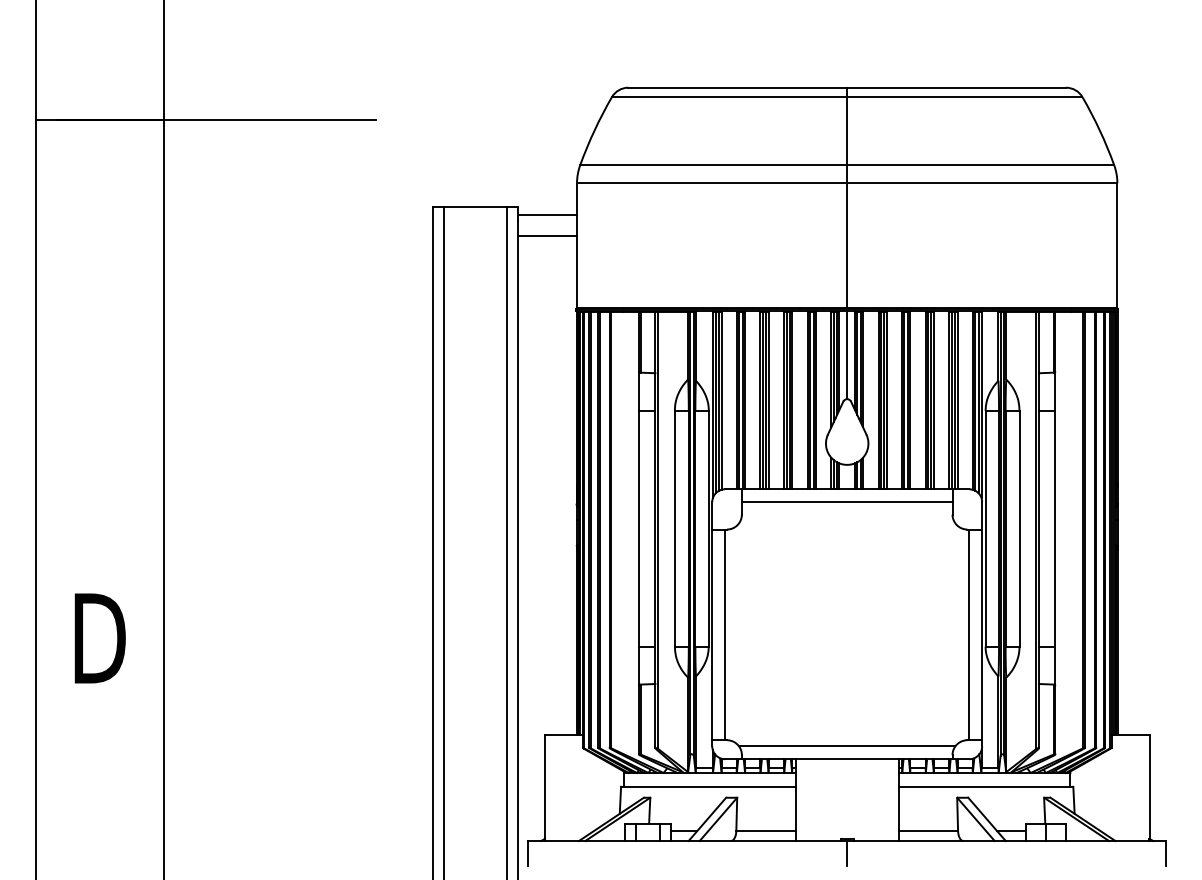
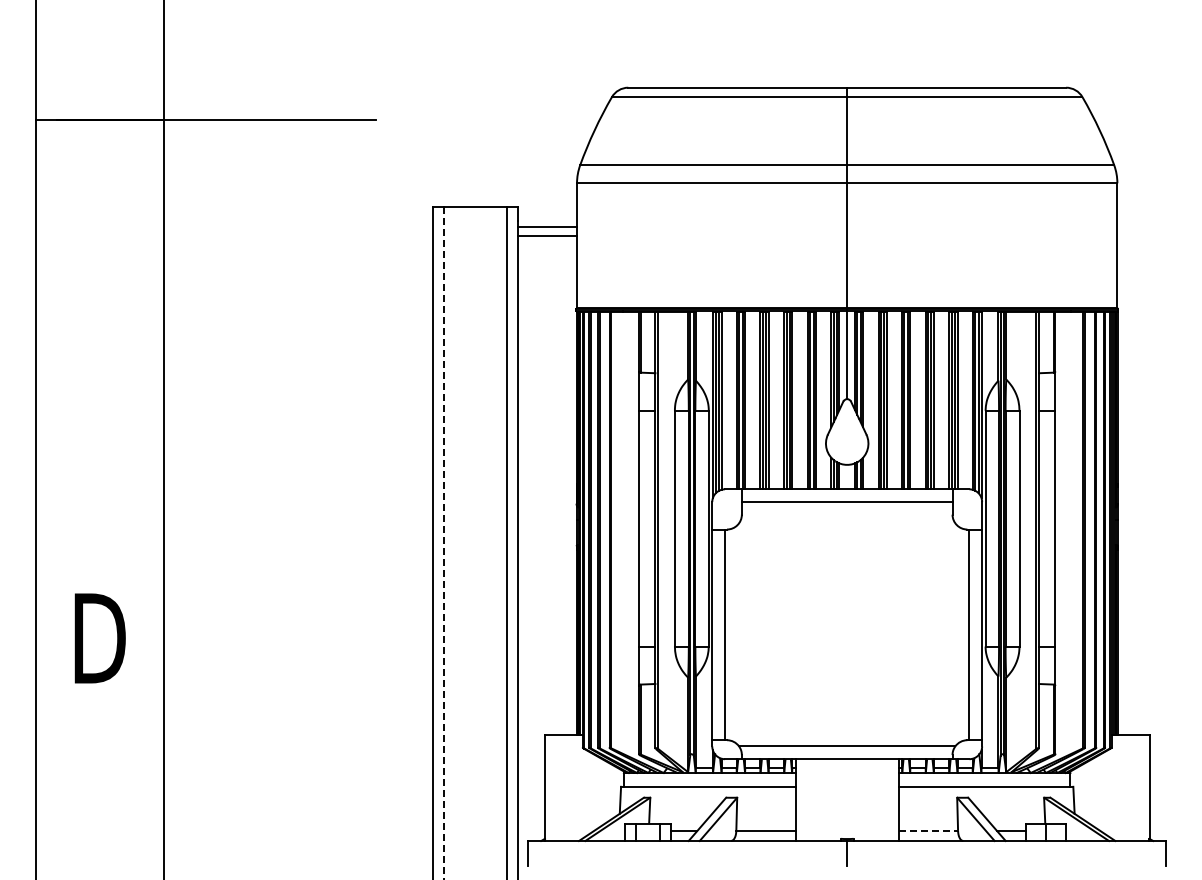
line at (547, 214) position: (547, 214) -> (547, 226)
line at (443, 543): solid -> dashed
line at (928, 830): solid -> dashed
